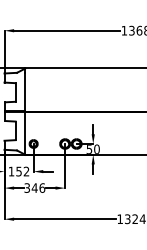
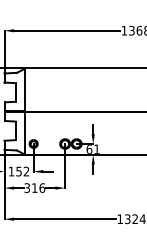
text at (92, 148): 50 -> 61
text at (34, 187): 346 -> 316
